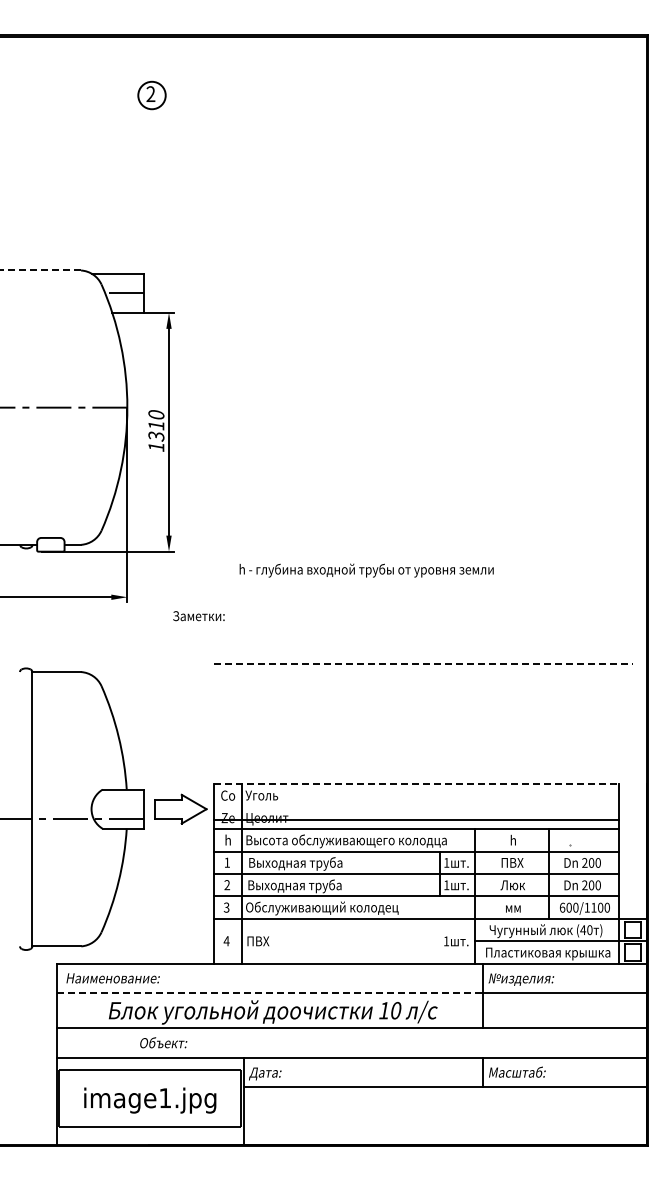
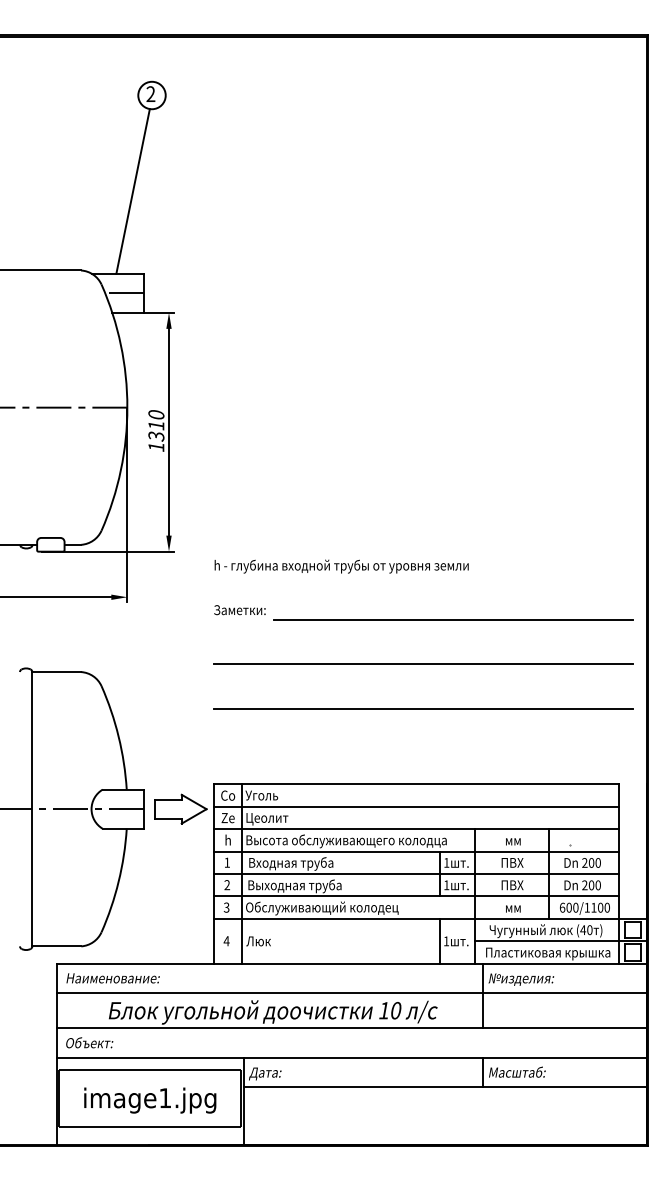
line at (132, 191): none -> present
line at (40, 270): dashed -> solid
text at (366, 570) position: (366, 570) -> (341, 566)
text at (198, 616) position: (198, 616) -> (239, 610)
line at (453, 619): none -> present
line at (423, 664): dashed -> solid
line at (423, 708): none -> present
line at (417, 784): dashed -> solid
line at (73, 819) position: (73, 819) -> (73, 809)
line at (416, 819) position: (416, 819) -> (416, 806)
text at (513, 839): h -> мм
text at (299, 863): Выходная труба -> Входная труба
text at (512, 885): Люк -> ПВХ
line at (439, 940): none -> present
text at (258, 941): ПВХ -> Люк
line at (269, 993): dashed -> solid
text at (163, 1042) position: (163, 1042) -> (89, 1042)
